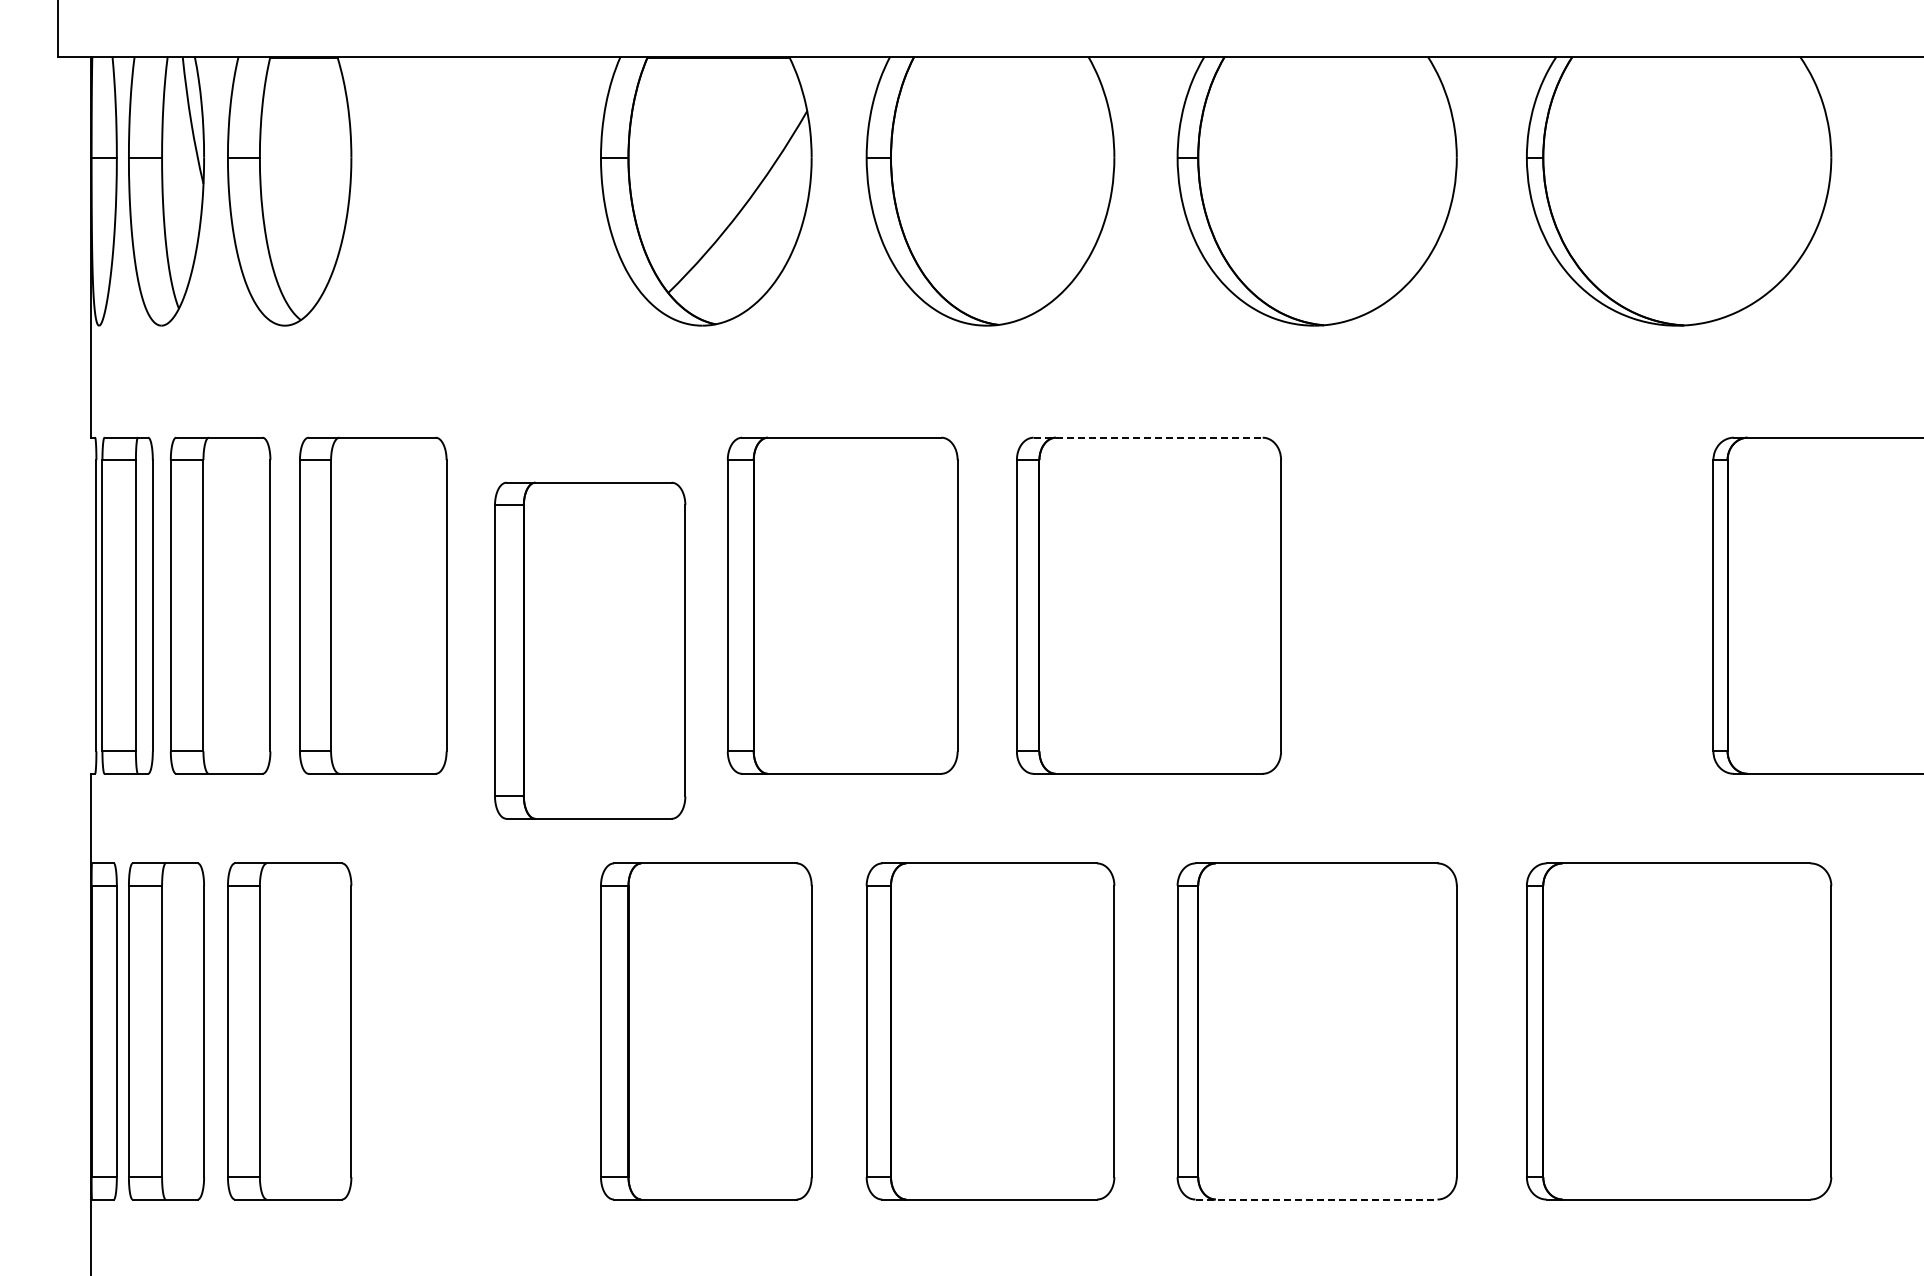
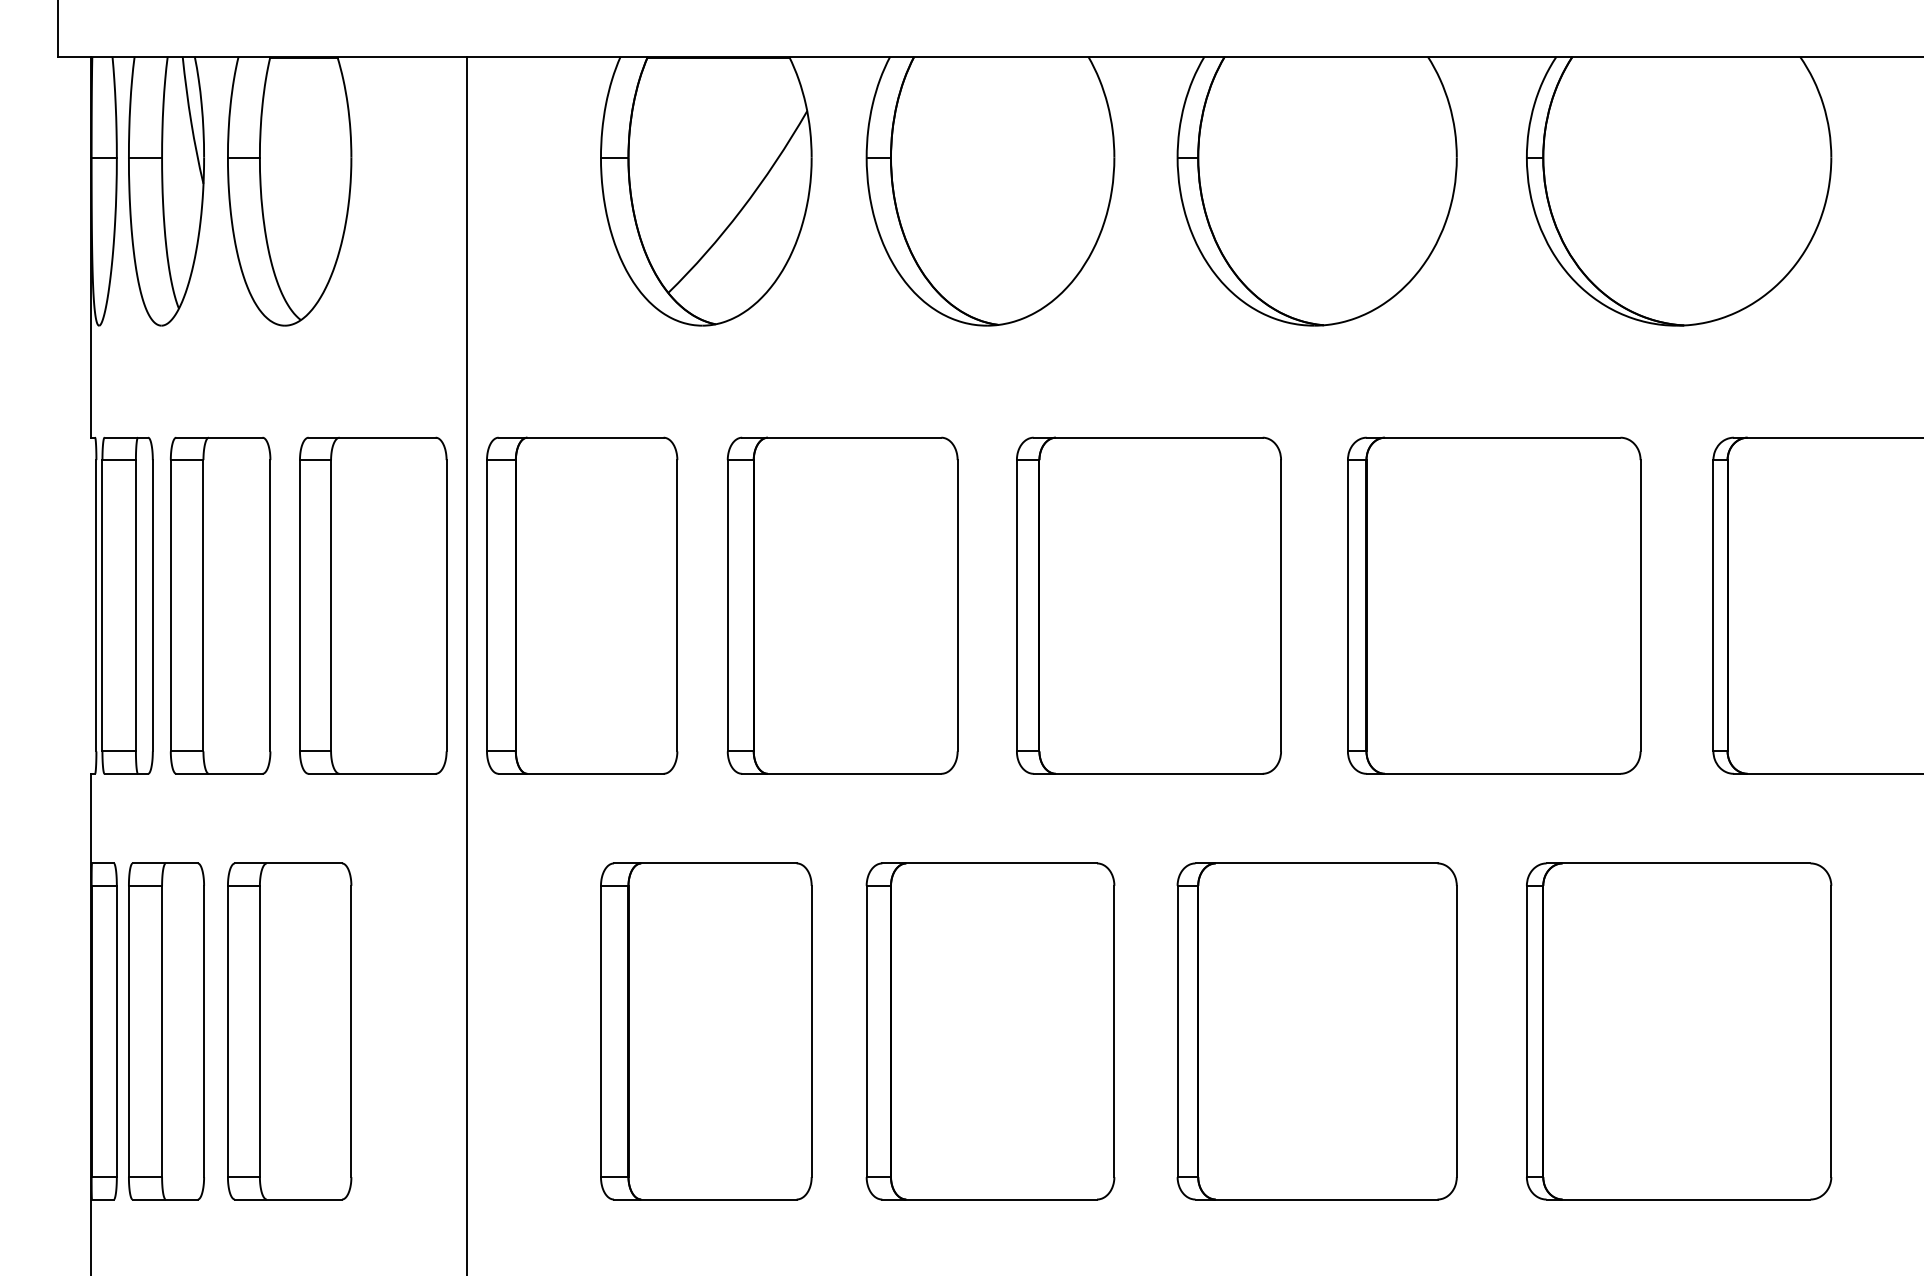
line at (1148, 437): dashed -> solid
part at (1494, 605): none -> present
part at (590, 650) position: (590, 650) -> (582, 605)
line at (466, 664): none -> present
line at (1316, 1199): dashed -> solid
